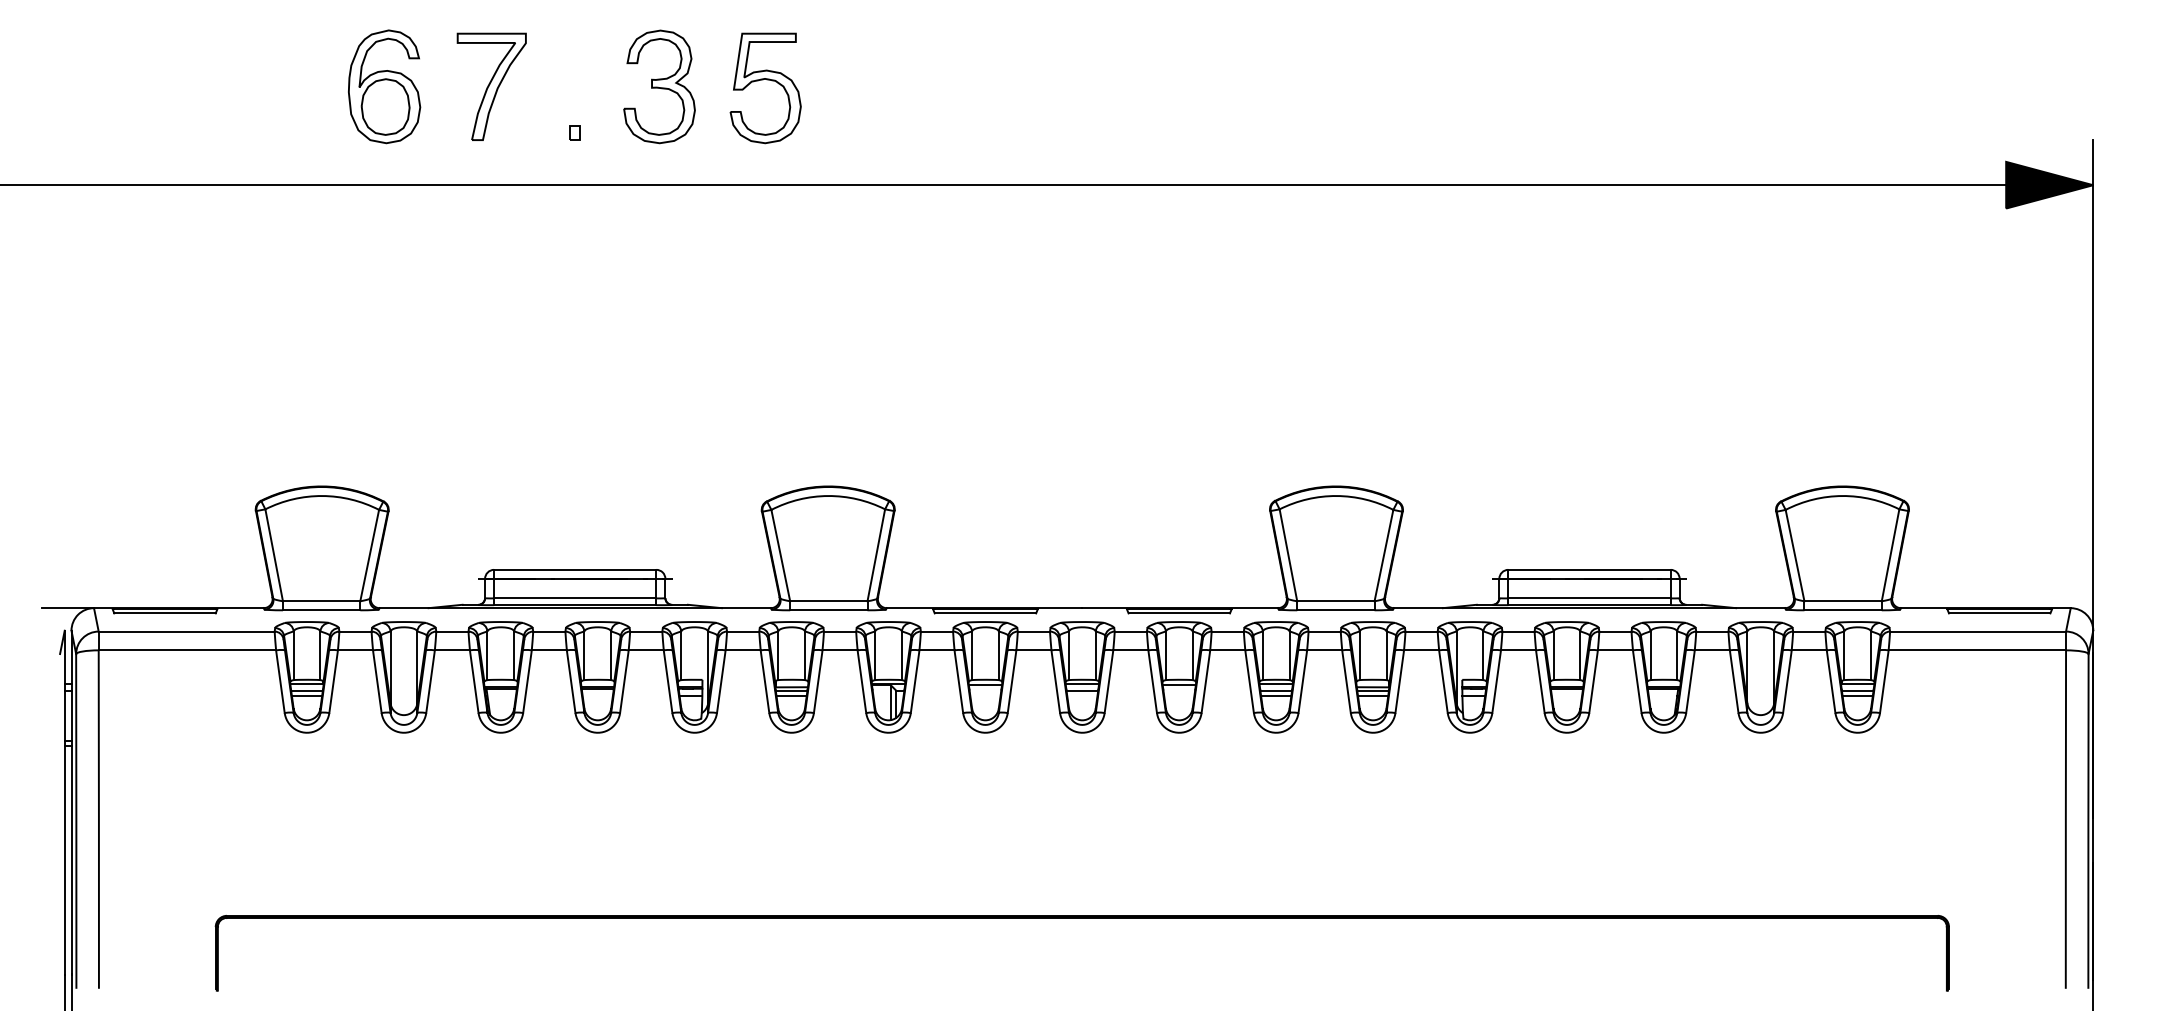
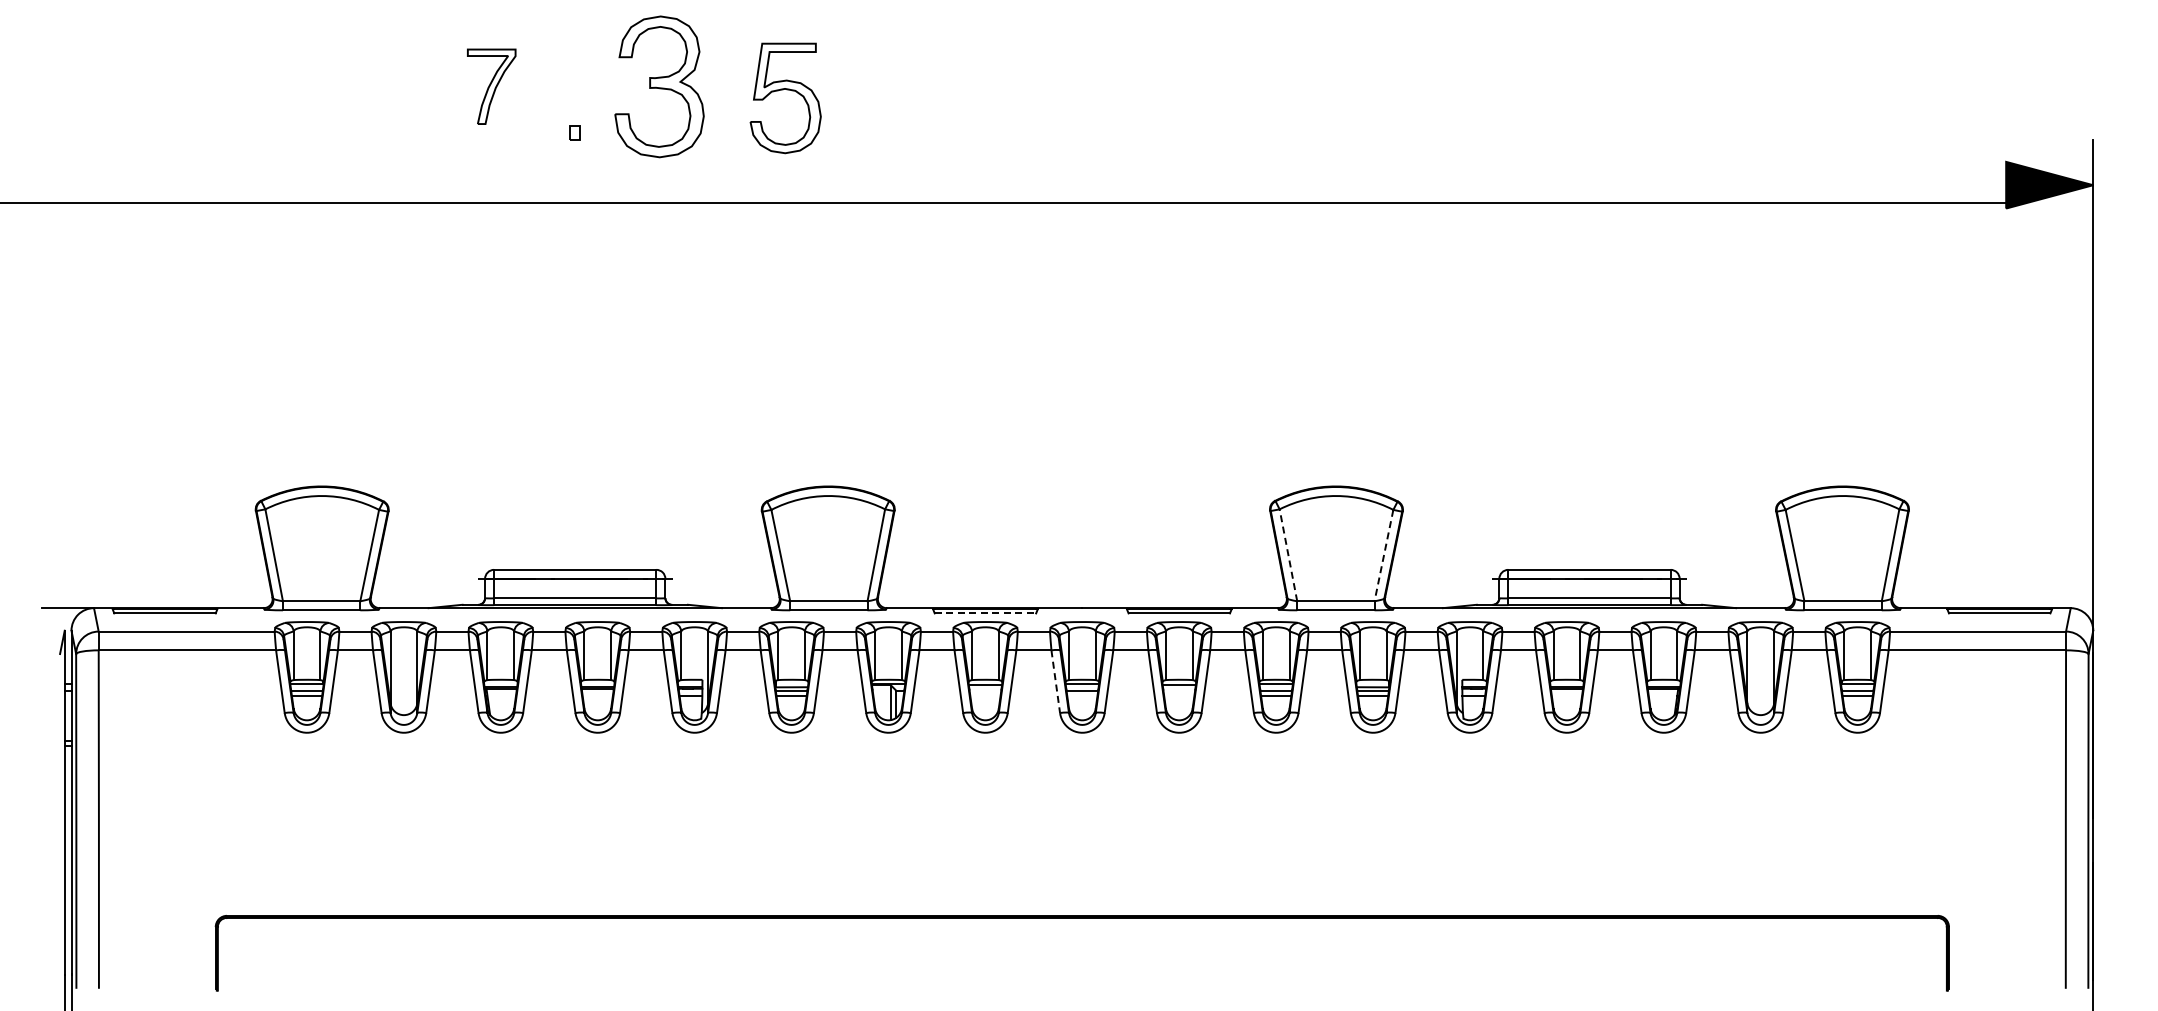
part at (763, 80) position: (763, 80) -> (783, 90)
part at (384, 86): present -> none
part at (491, 86) size: 71x109 px -> 50x77 px
part at (659, 86) size: 73x116 px -> 91x144 px
line at (1004, 185) position: (1004, 185) -> (1004, 203)
line at (1288, 555): solid -> dashed
line at (1383, 555): solid -> dashed
line at (985, 613): solid -> dashed
line at (1055, 681): solid -> dashed
